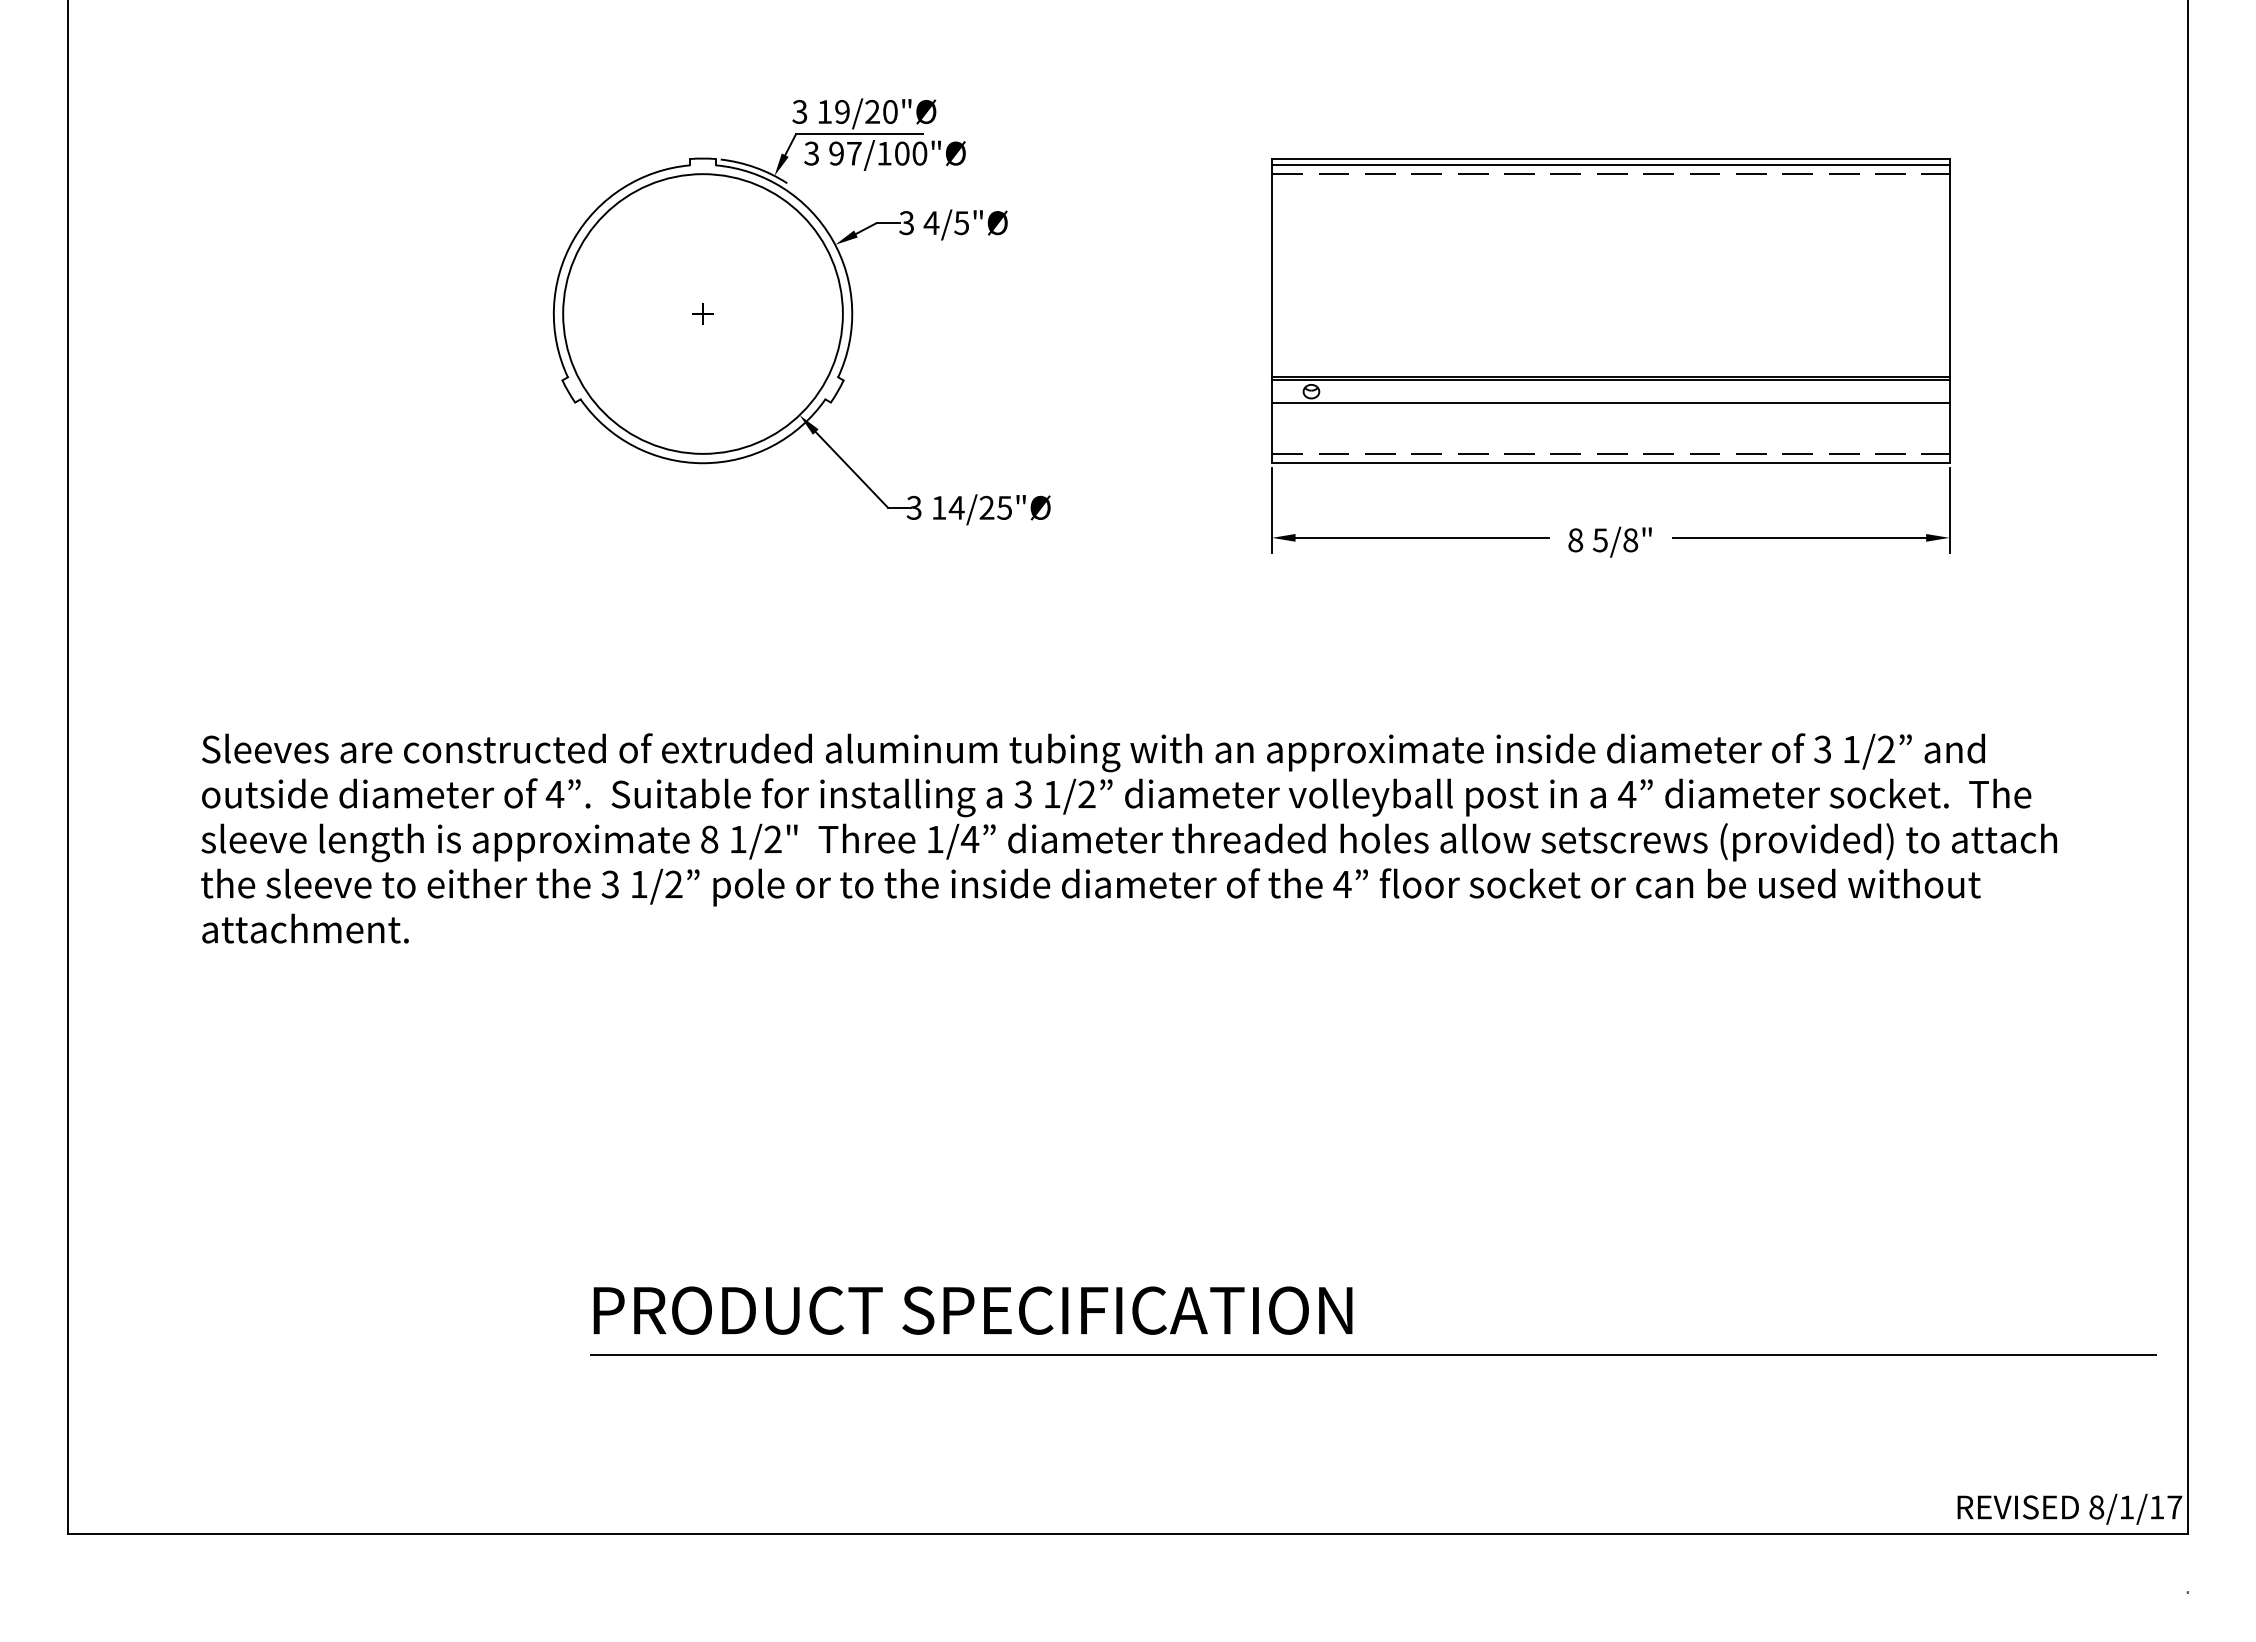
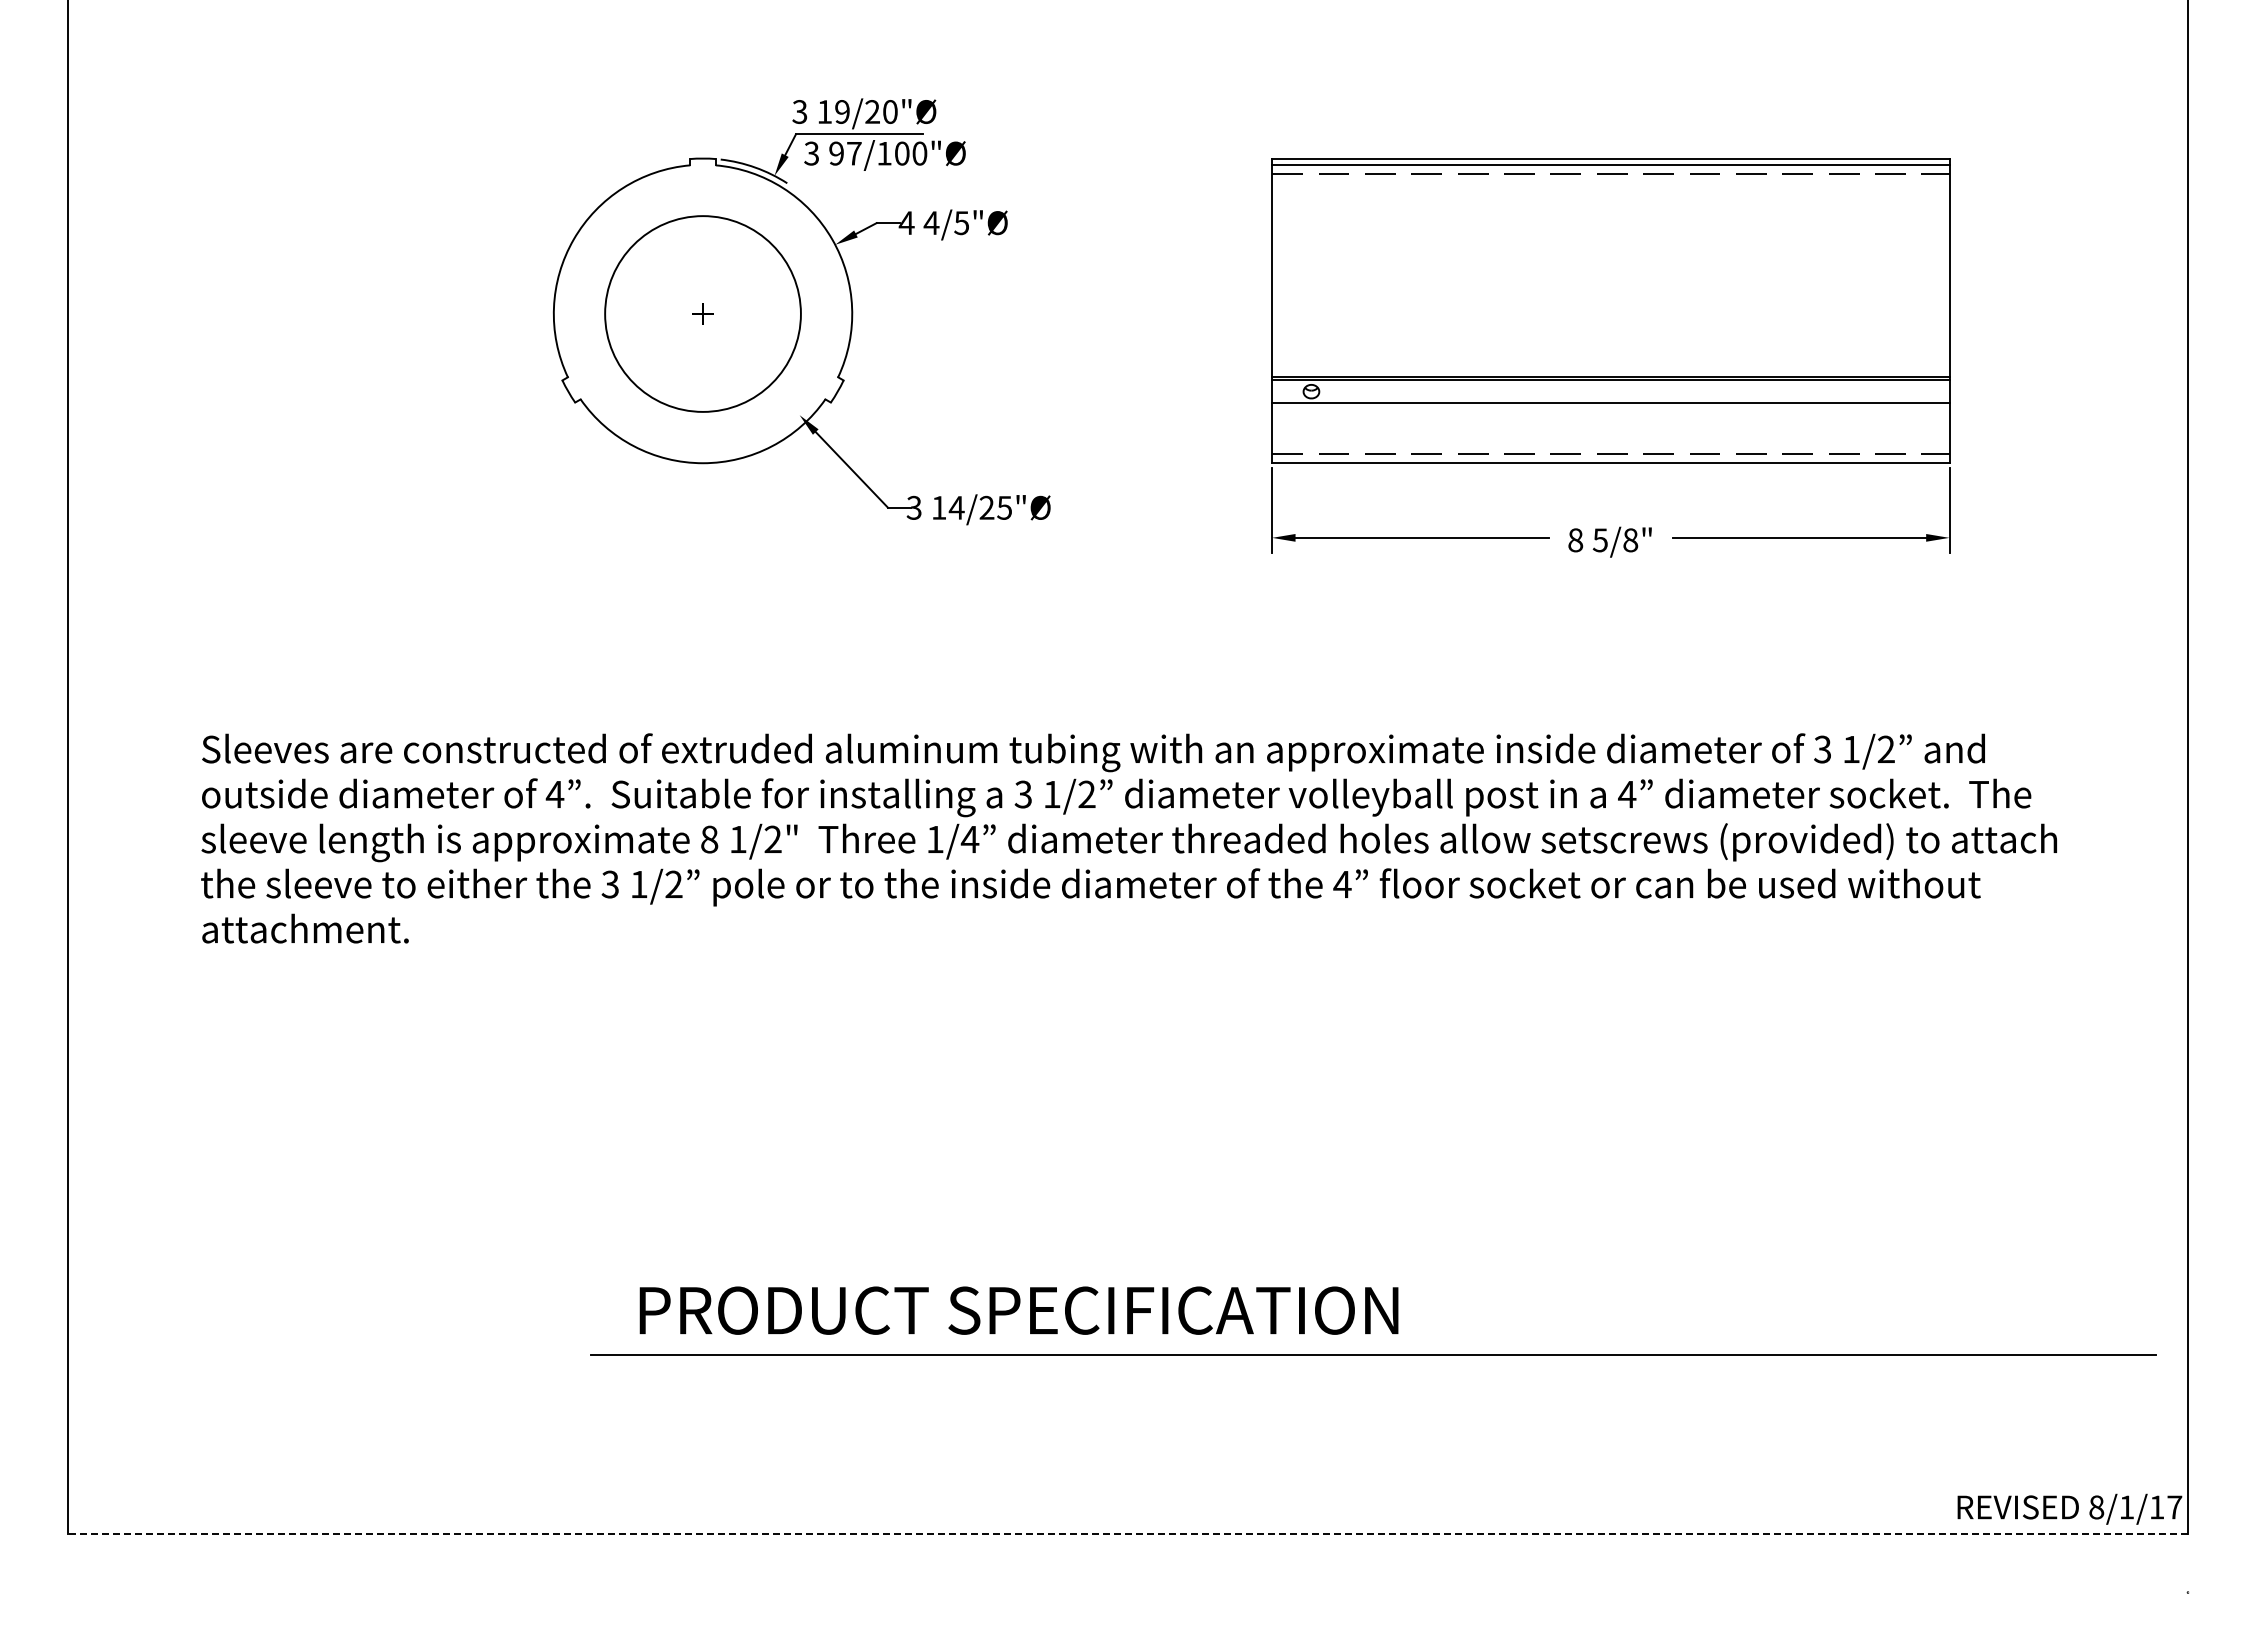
text at (906, 223): 3 -> 4
circle at (702, 313) diameter: 280 px -> 196 px
text at (972, 1310) position: (972, 1310) -> (1018, 1310)
line at (1127, 1533): solid -> dashed
